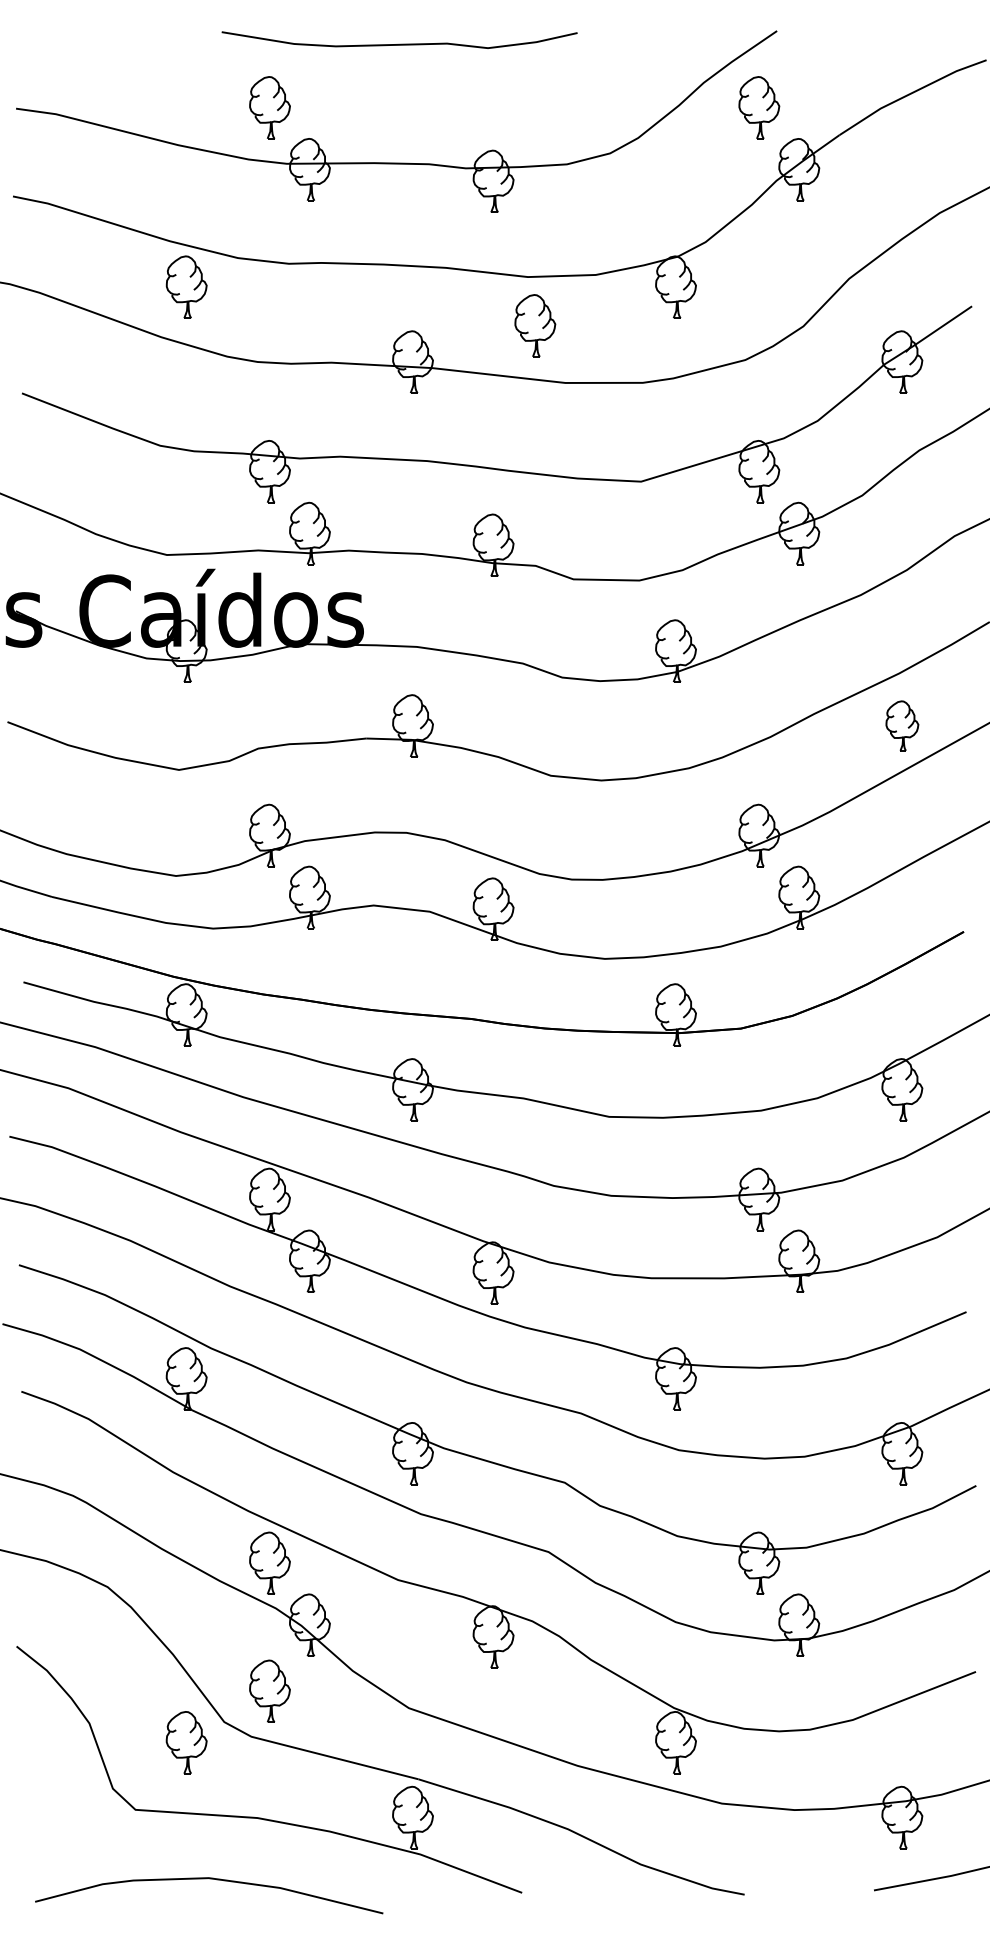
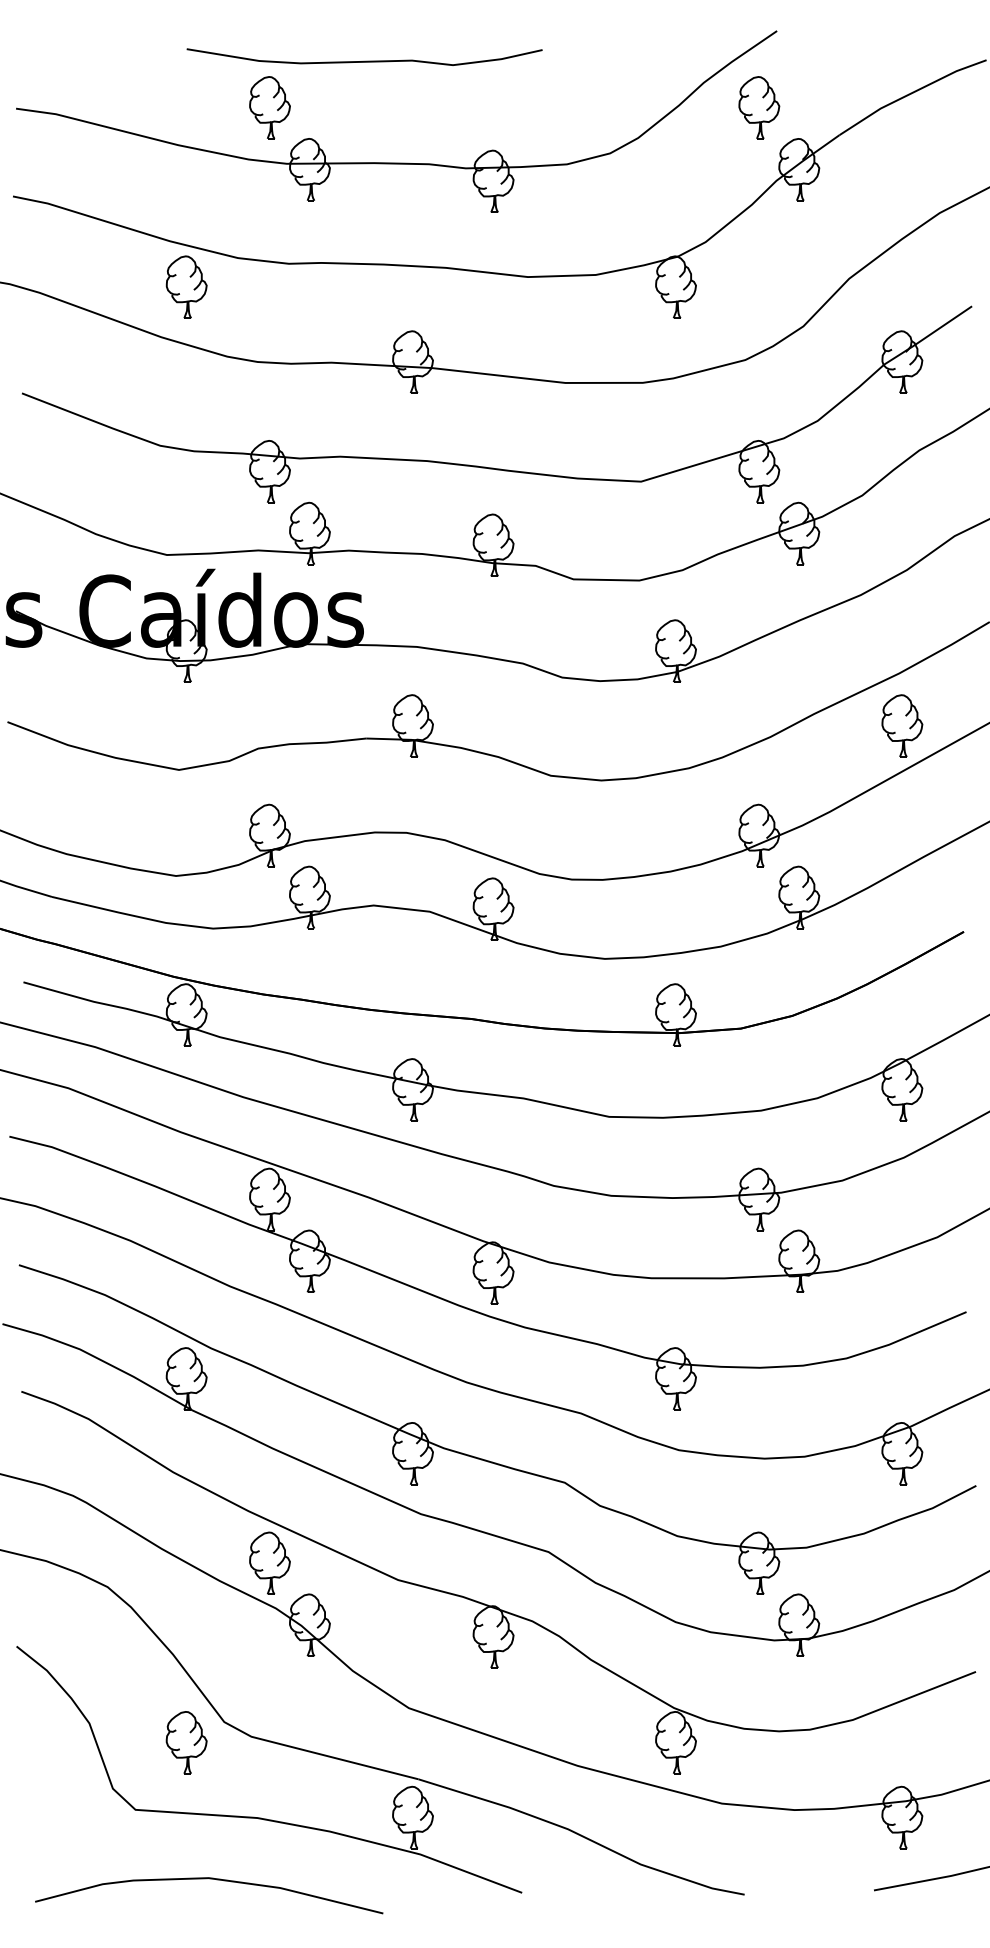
curve at (399, 43) position: (399, 43) -> (364, 60)
part at (535, 325): present -> none
part at (902, 725) size: 35x52 px -> 43x64 px
part at (269, 1690): present -> none
